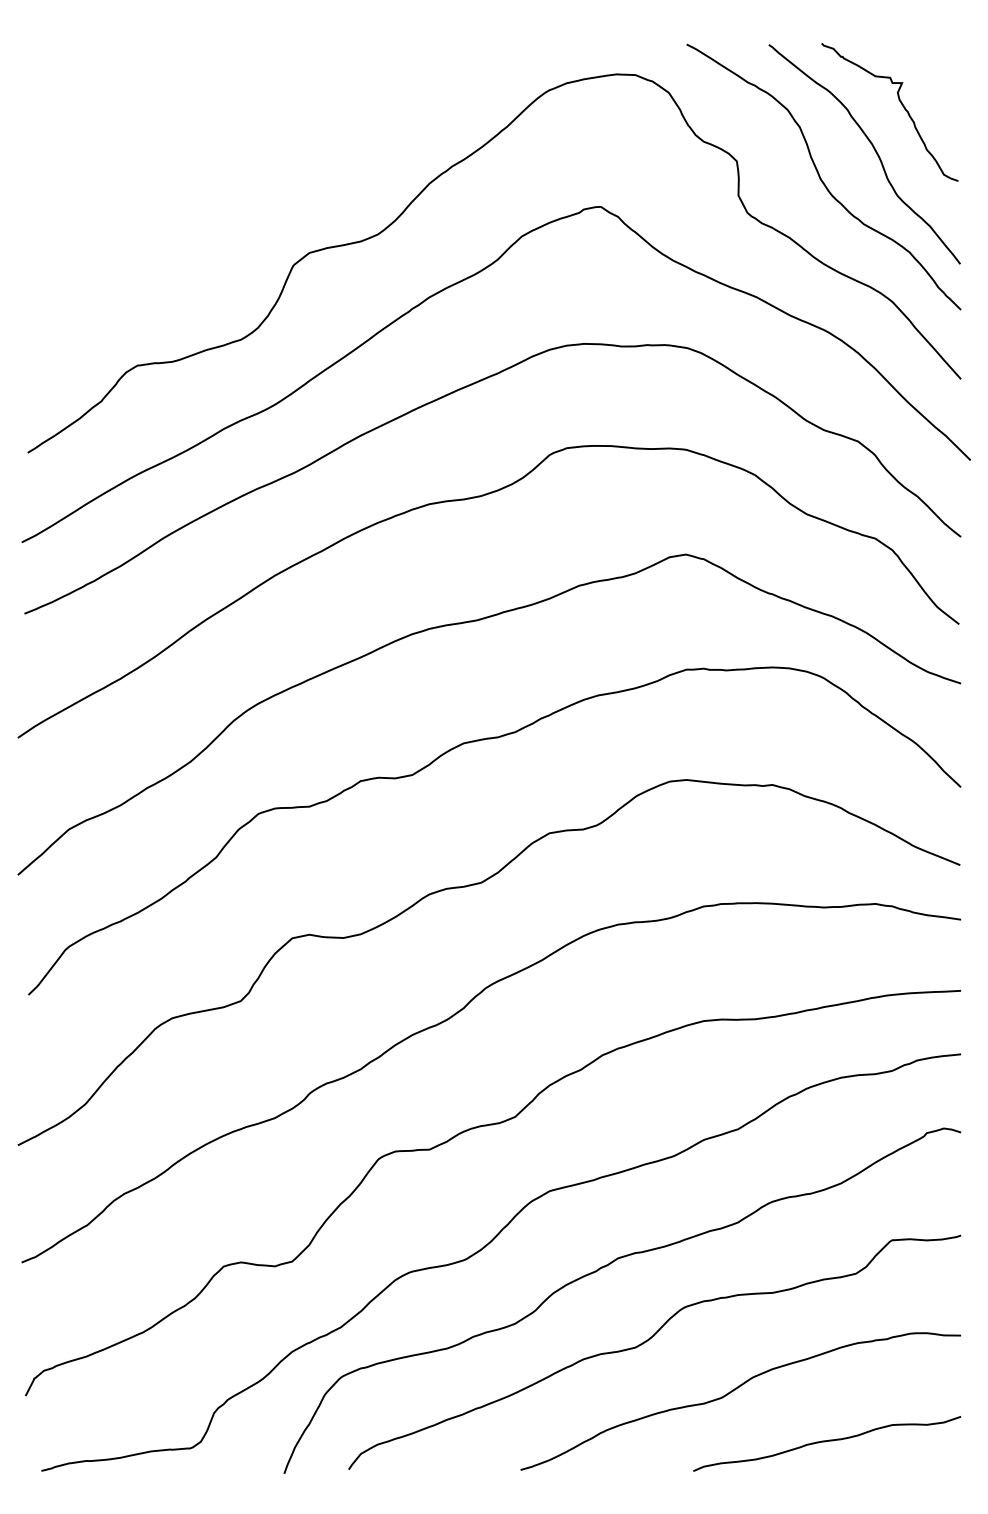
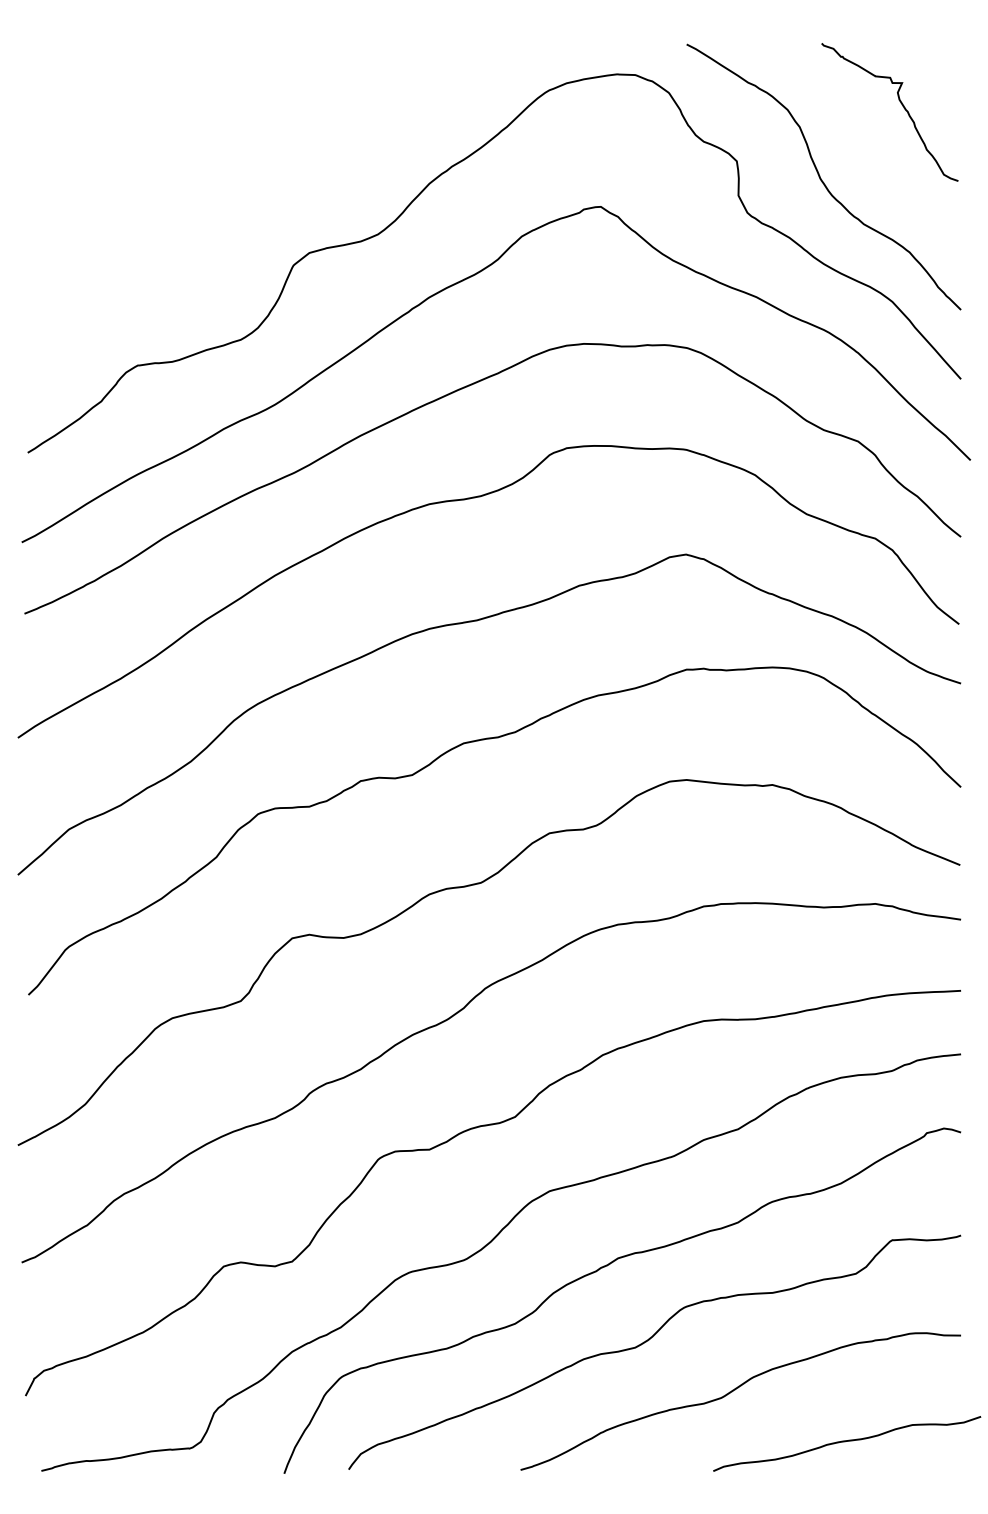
curve at (873, 149): present -> none
curve at (827, 1441) position: (827, 1441) -> (847, 1441)
